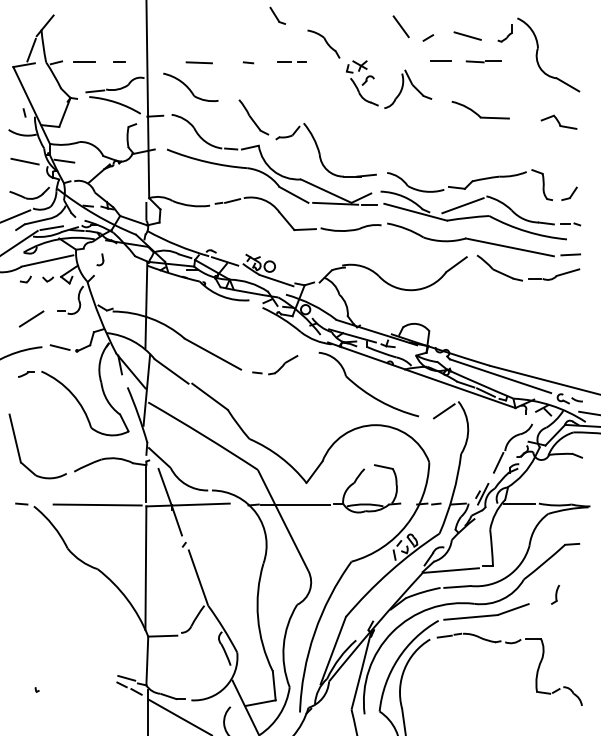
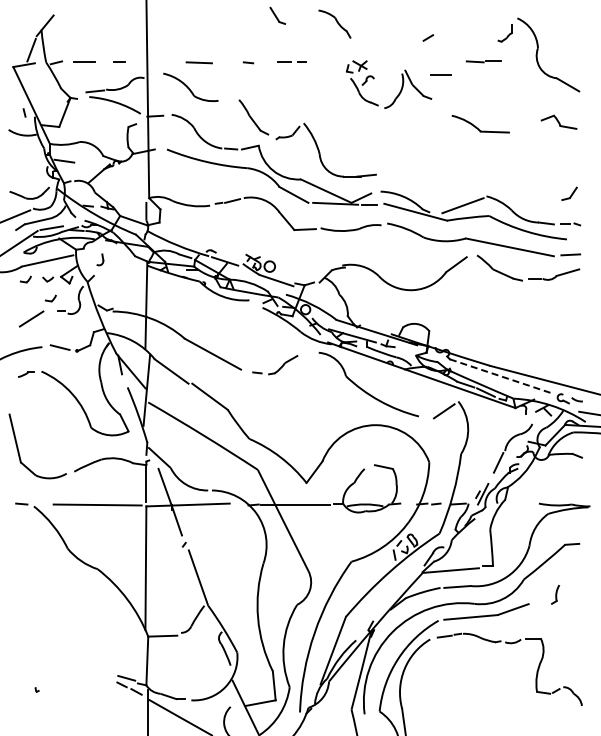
line at (400, 26): present -> none
line at (467, 35): present -> none
part at (323, 43) position: (323, 43) -> (334, 23)
line at (440, 60) position: (440, 60) -> (440, 74)
part at (480, 110) position: (480, 110) -> (480, 124)
line at (24, 161): present -> none
part at (469, 184): present -> none
part at (50, 298): none -> present
line at (500, 376): solid -> dashed
line at (519, 503): present -> none
